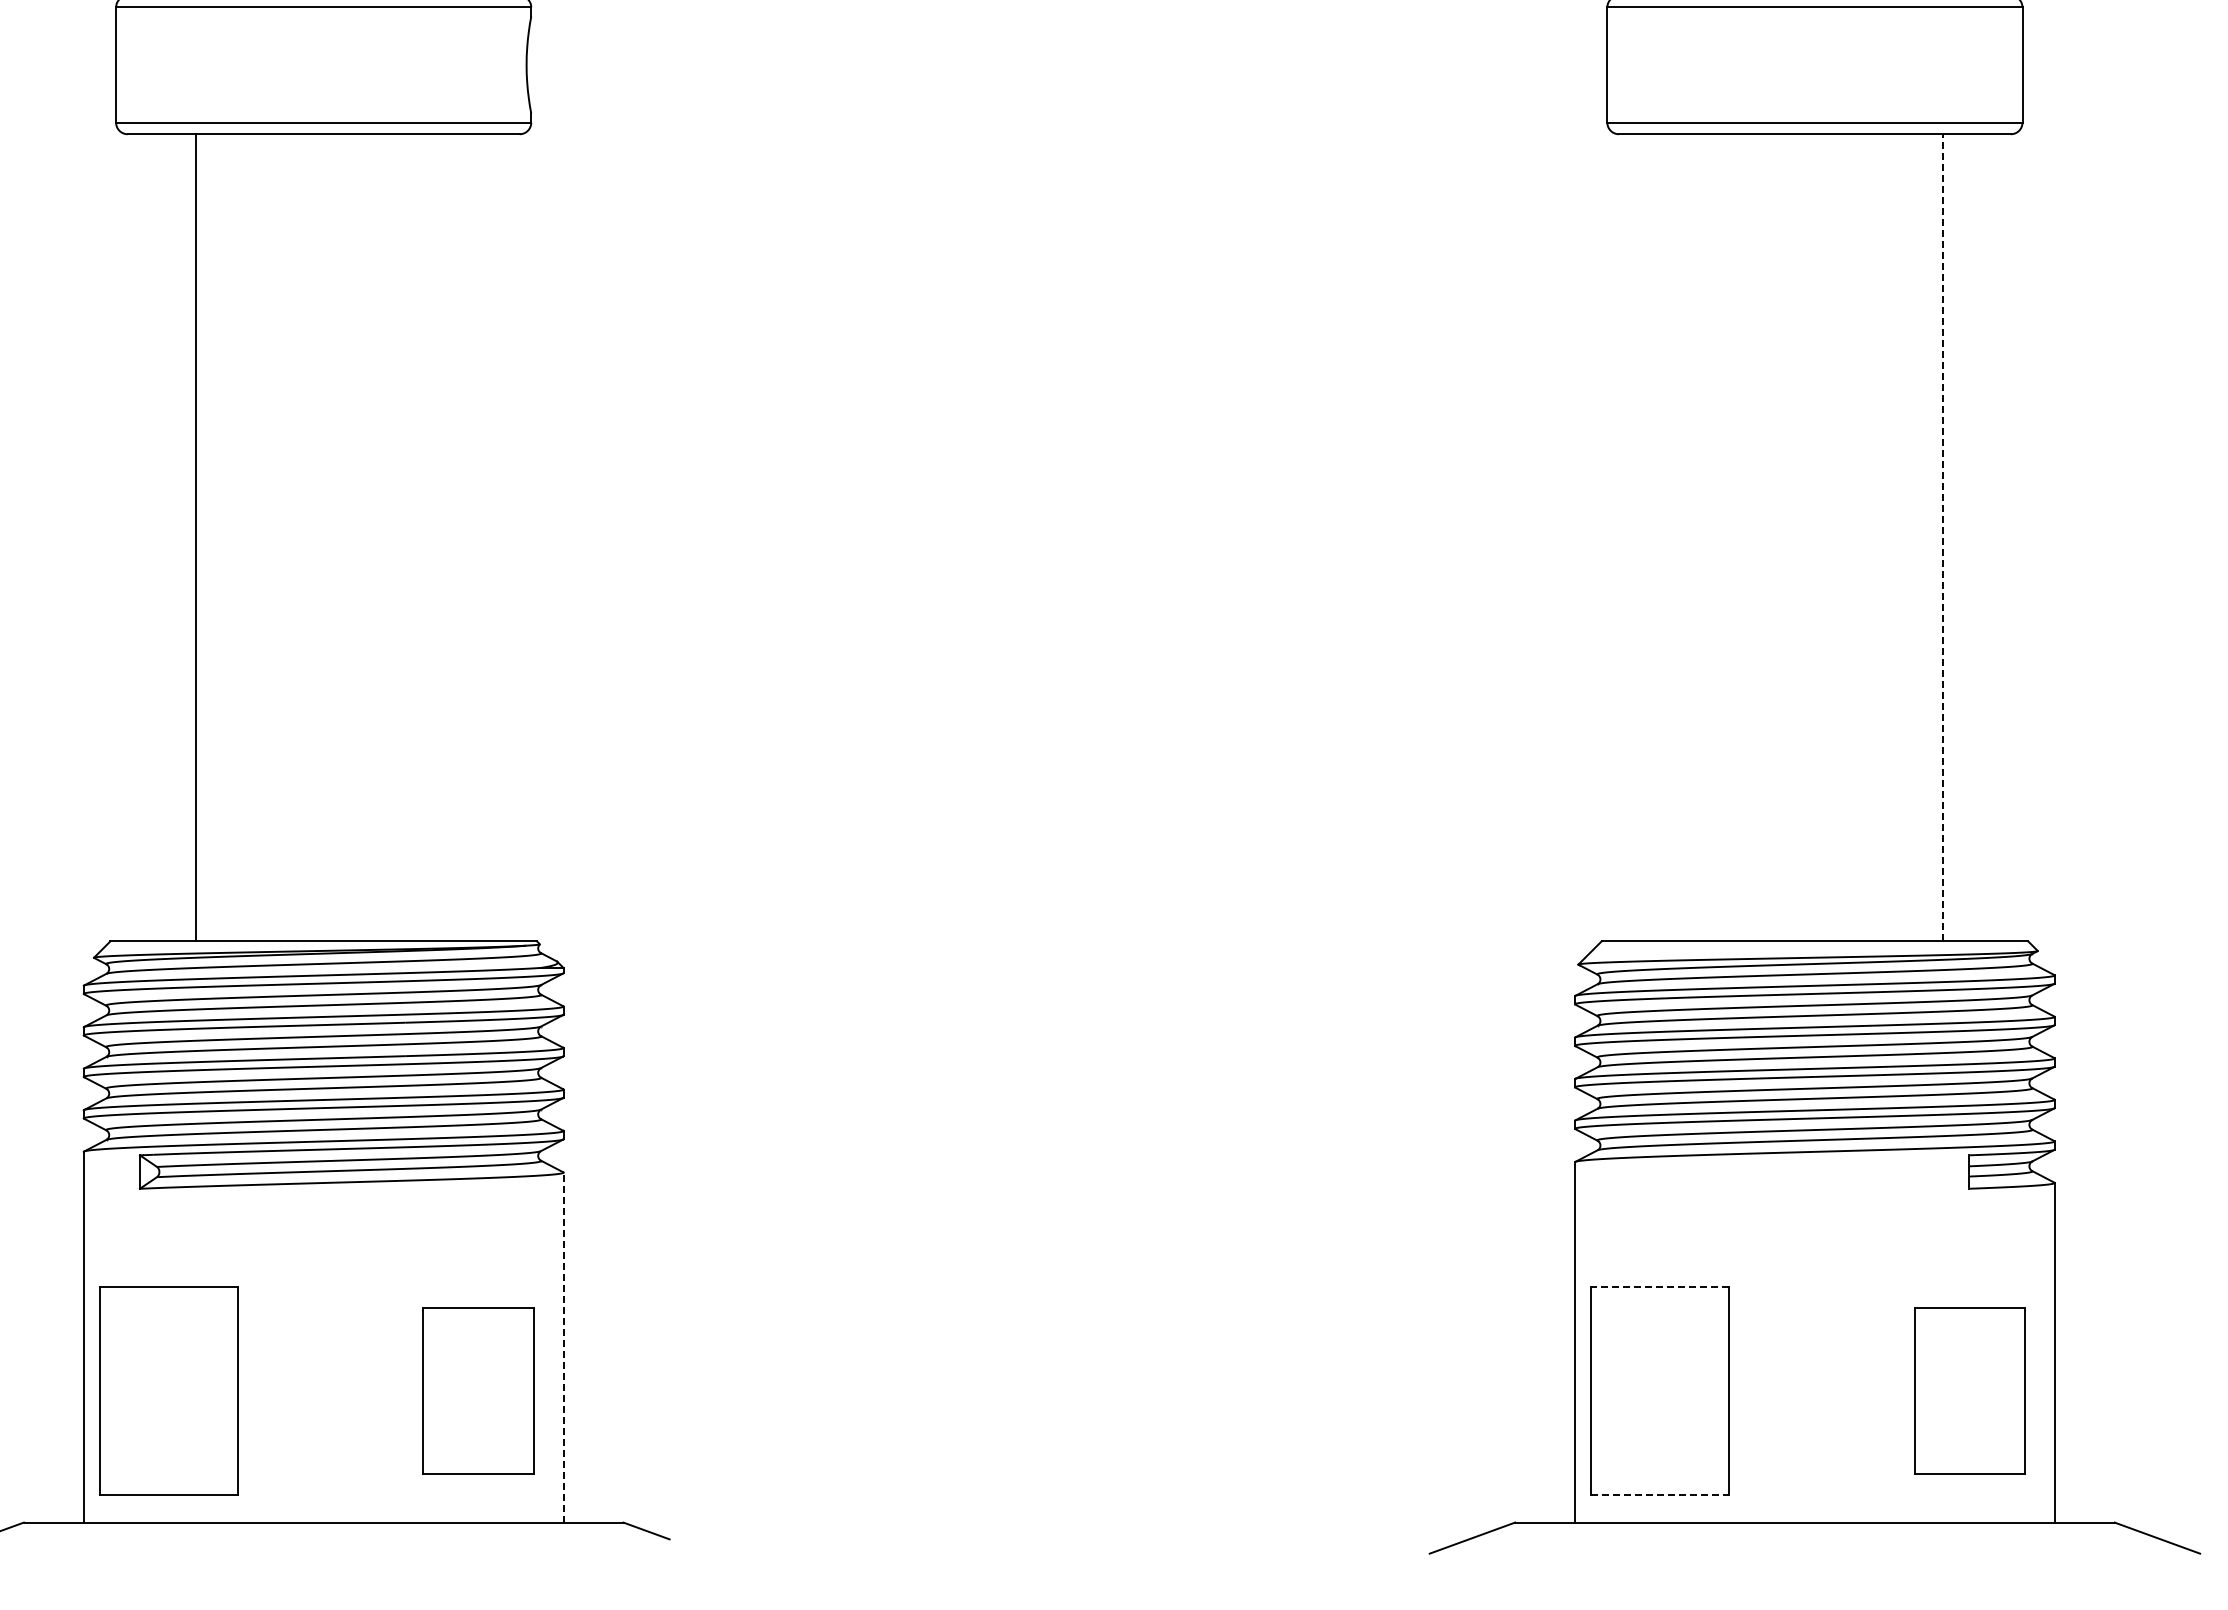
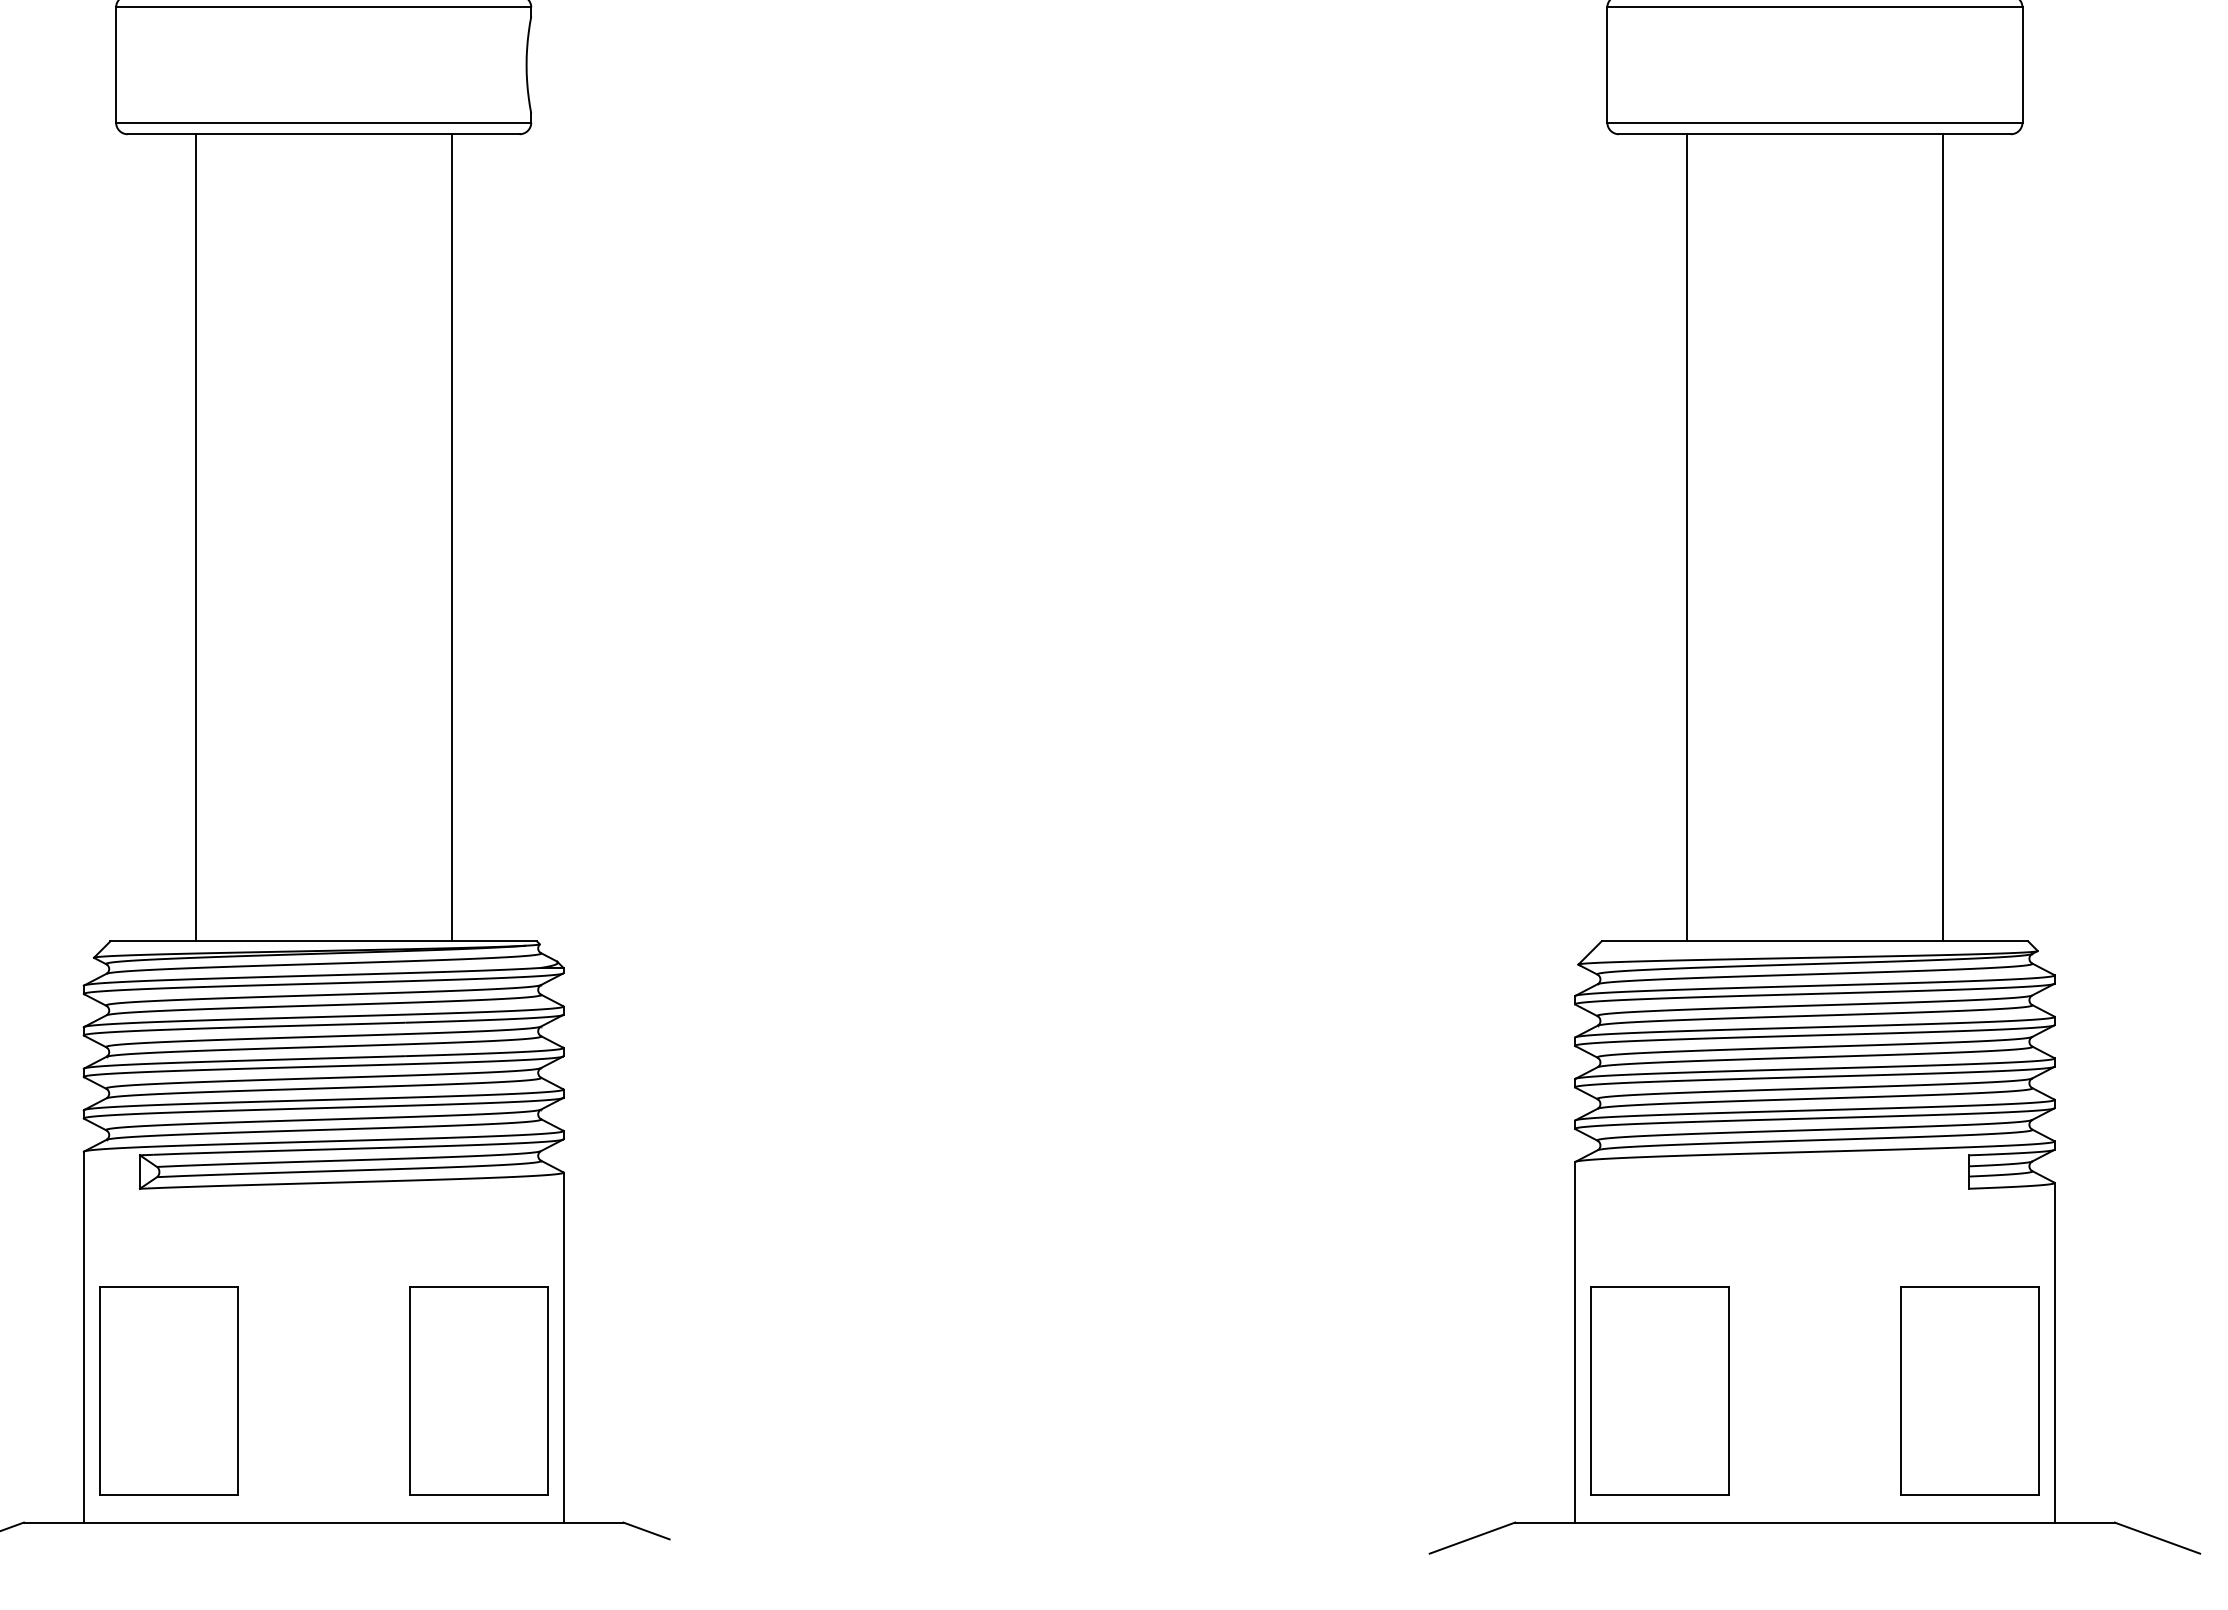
line at (451, 537): none -> present
line at (1686, 537): none -> present
line at (1942, 537): dashed -> solid
line at (1659, 1287): dashed -> solid
line at (563, 1347): dashed -> solid
part at (478, 1390) size: 113x168 px -> 140x210 px
part at (1969, 1390) size: 112x168 px -> 140x210 px
line at (1660, 1494): dashed -> solid
